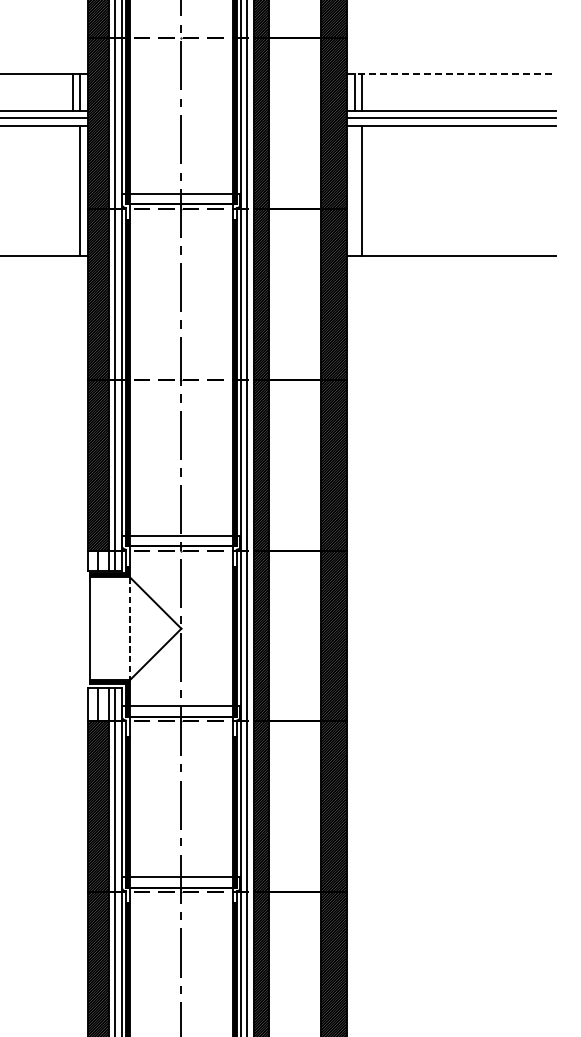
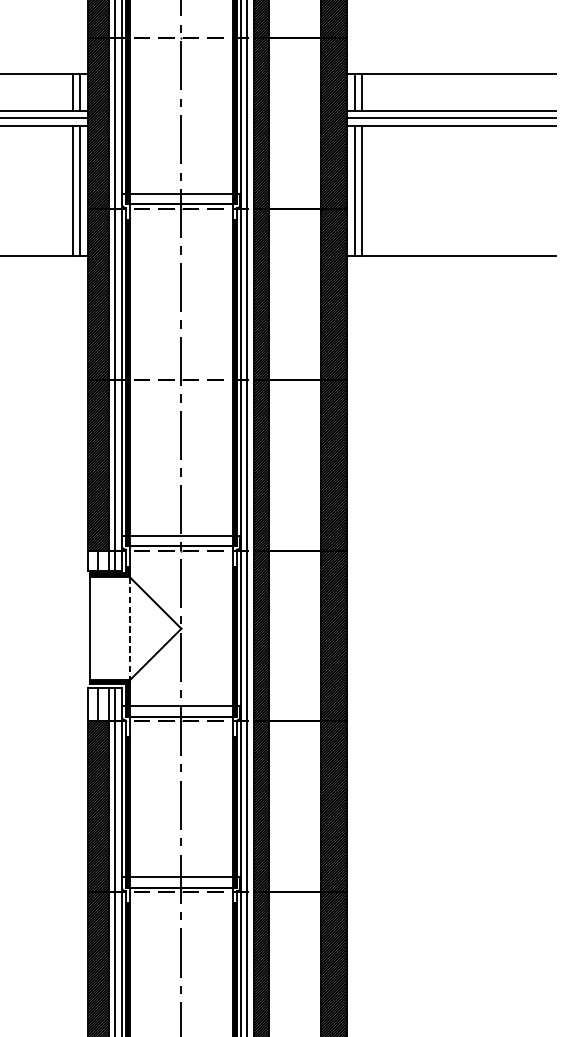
line at (451, 74): dashed -> solid
line at (72, 190): none -> present
line at (354, 190): none -> present
